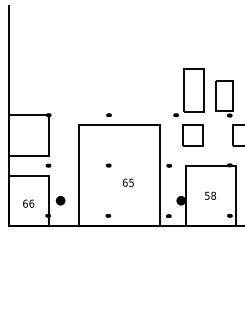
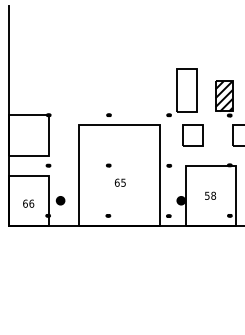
part at (188, 92) position: (188, 92) -> (181, 92)
hatch at (223, 96): none -> present
text at (127, 182) position: (127, 182) -> (119, 182)
